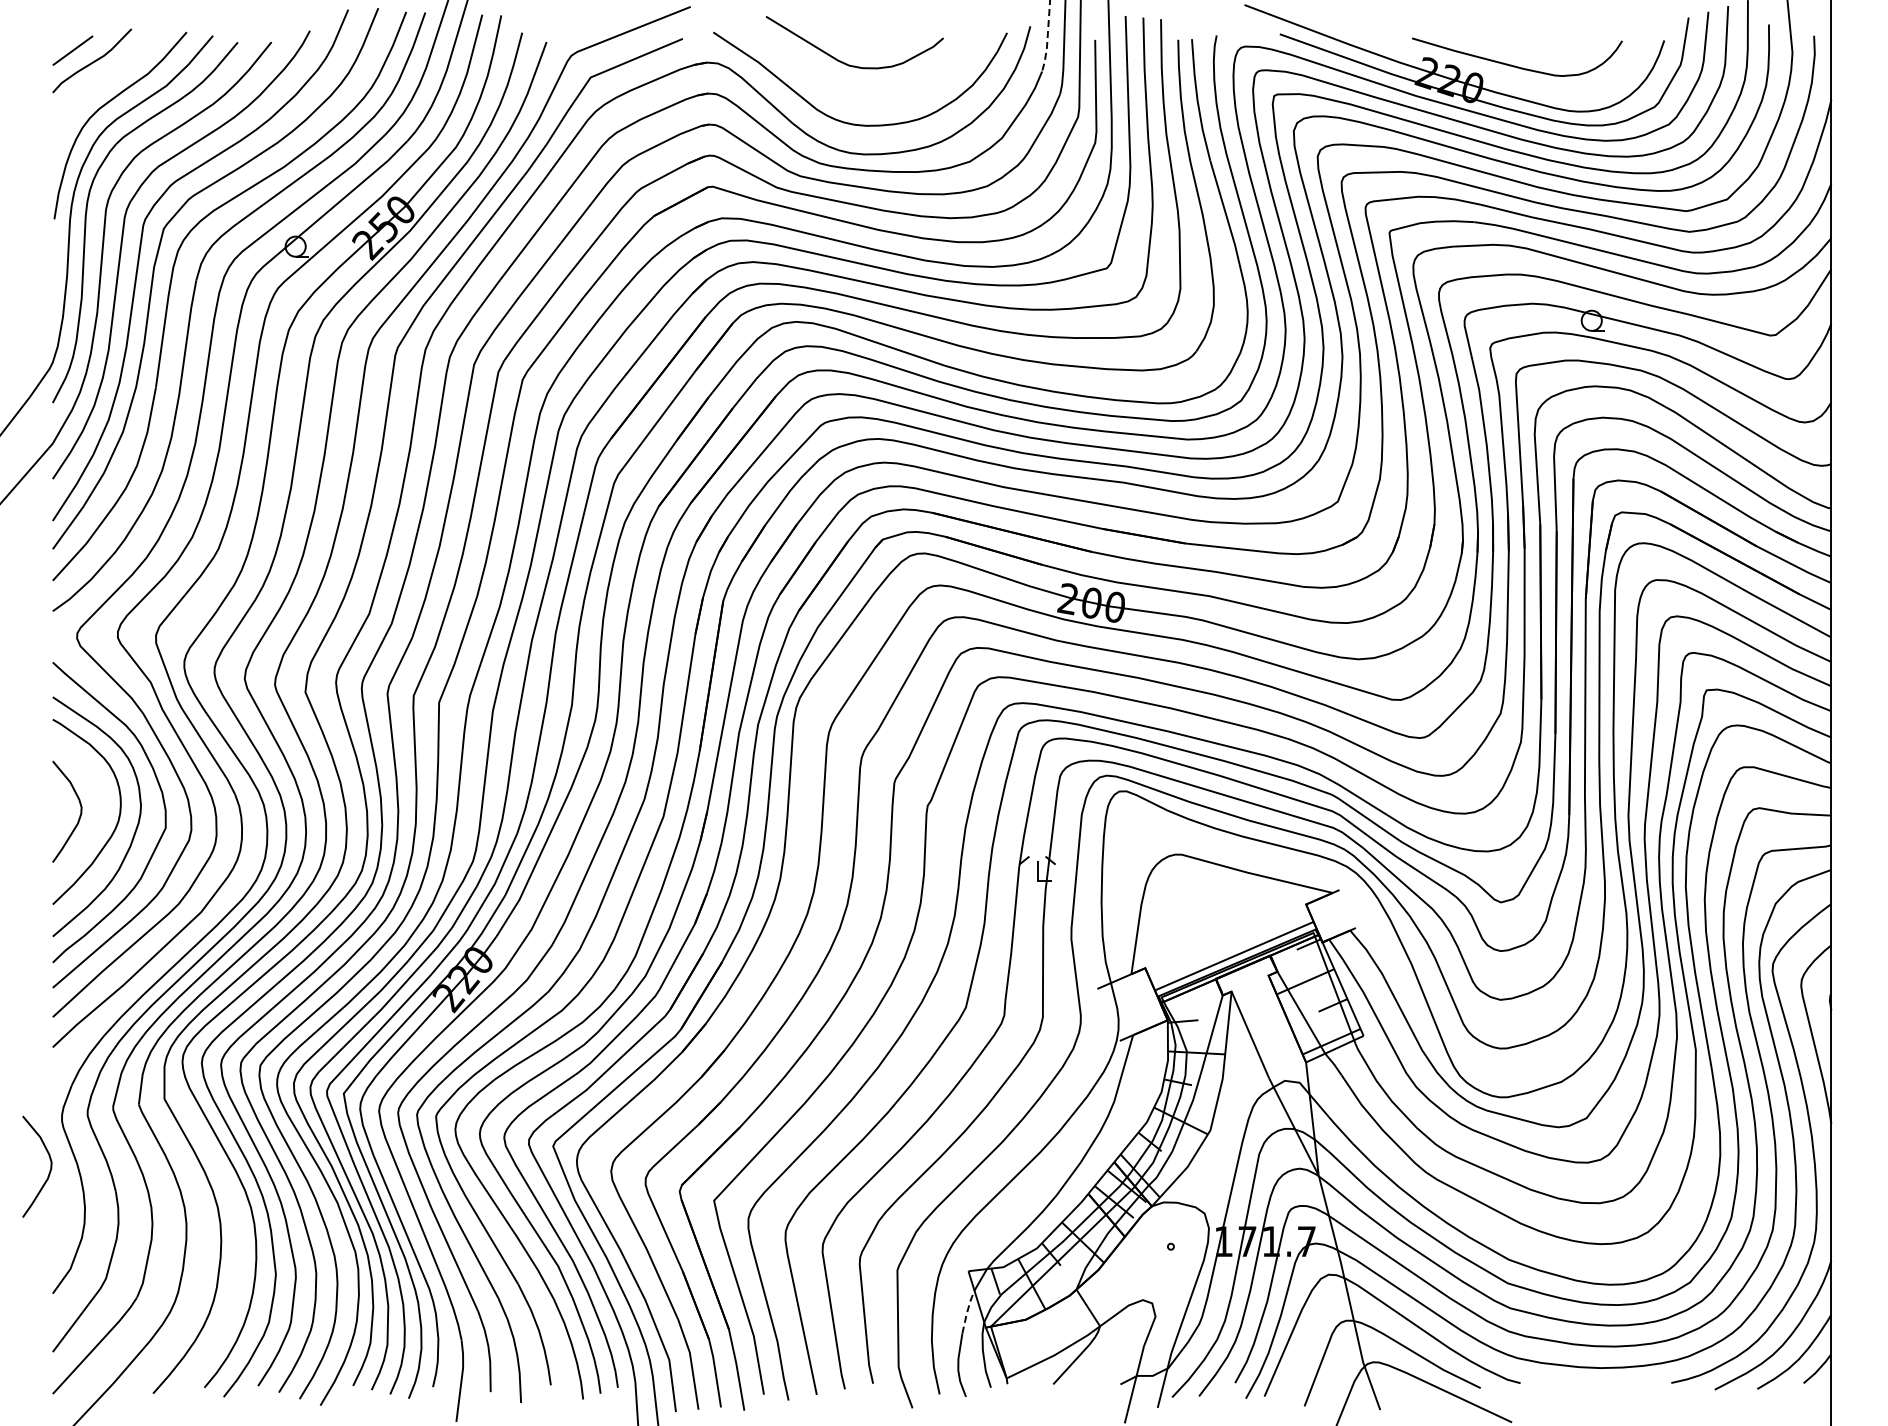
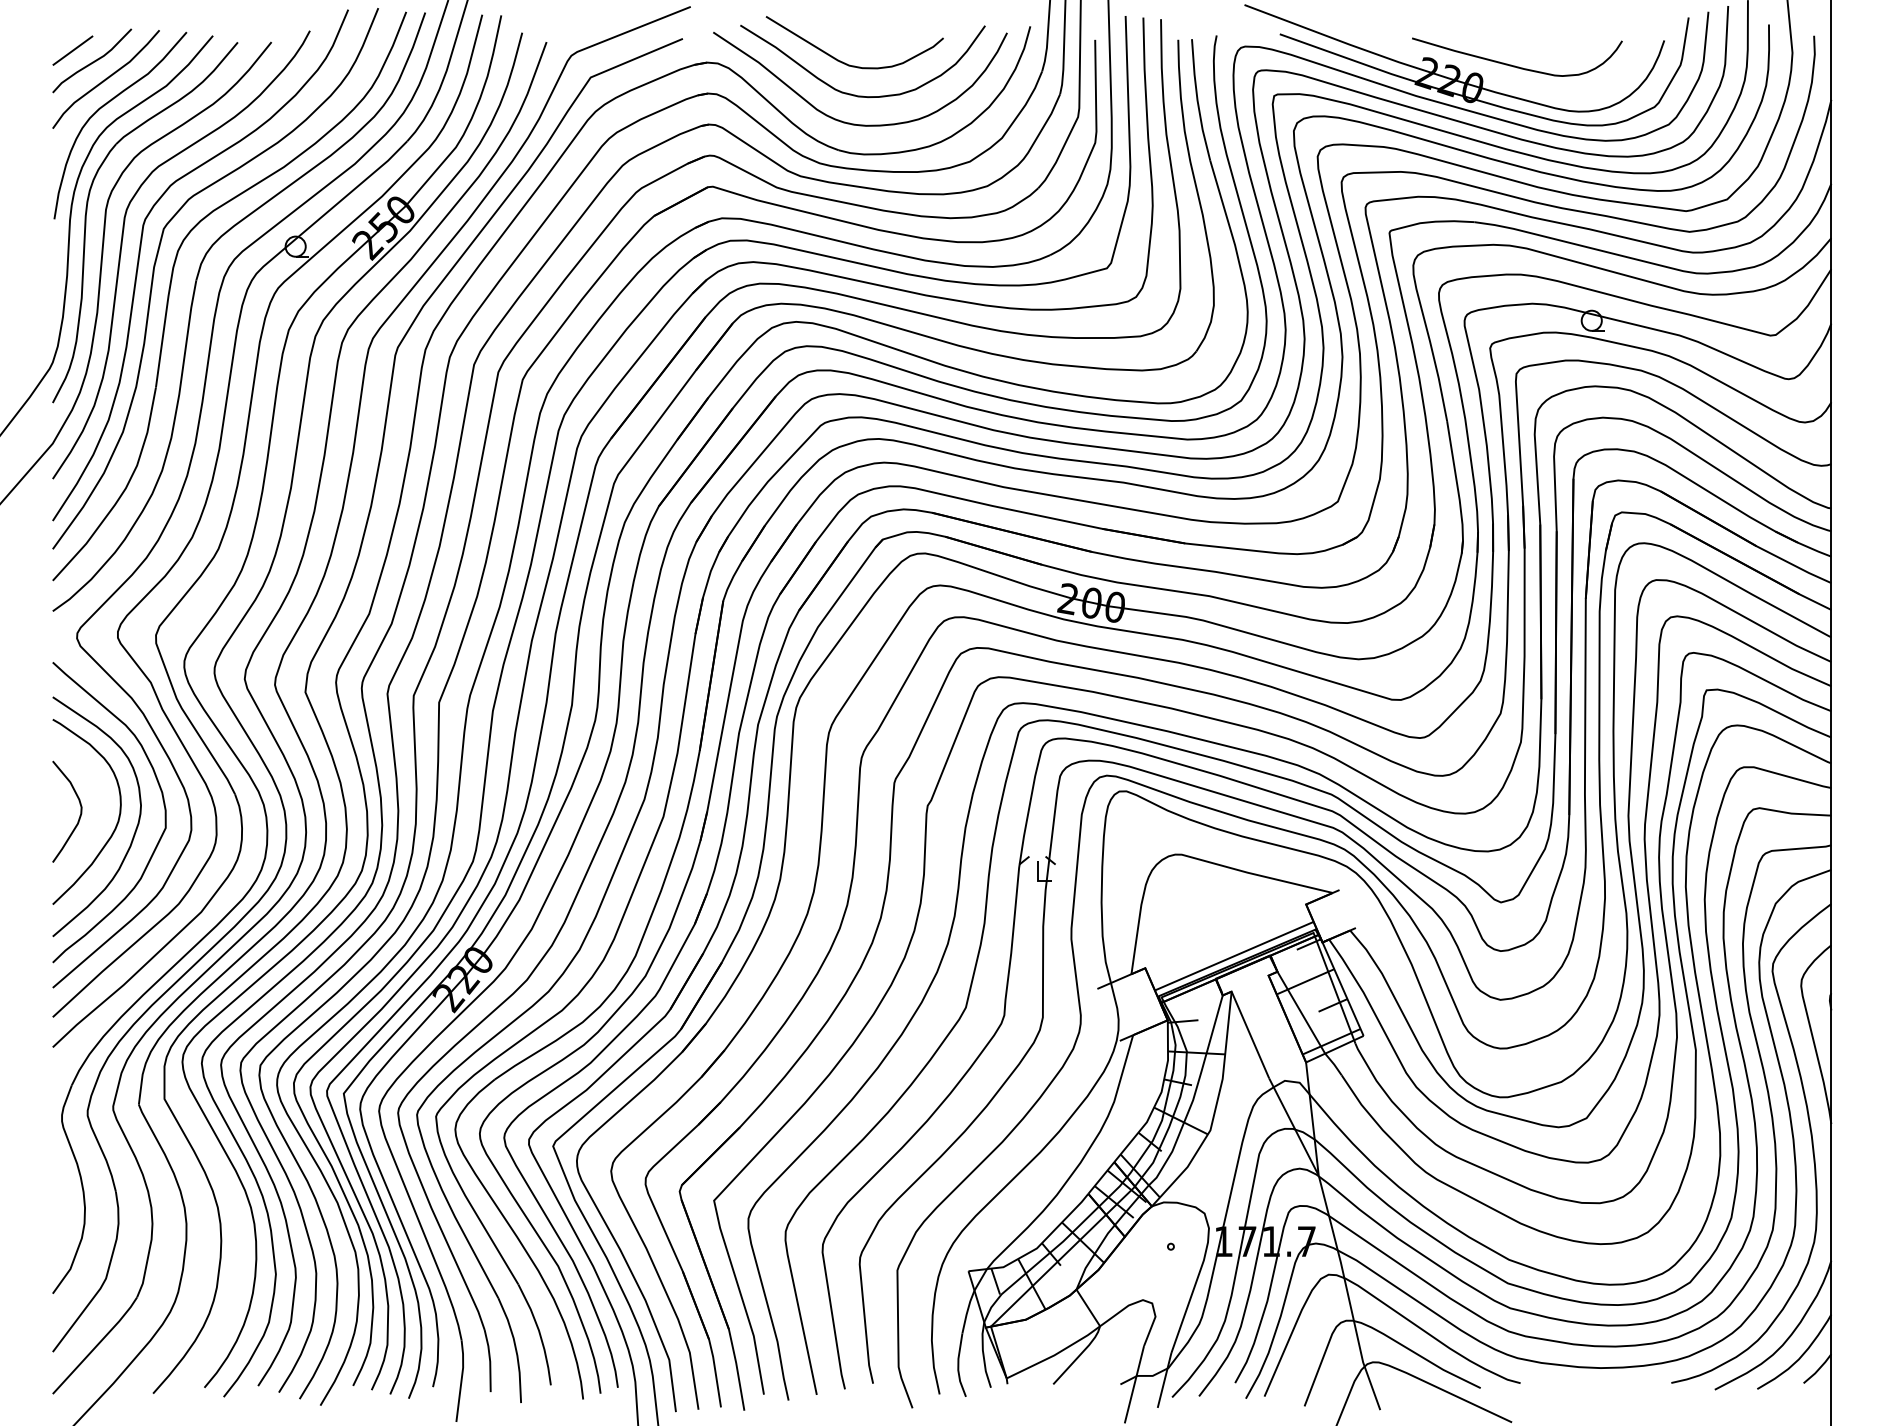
line at (1047, 38): dashed -> solid
curve at (105, 79): none -> present
curve at (855, 94): none -> present
curve at (49, 1170): present -> none
line at (967, 1311): dashed -> solid
